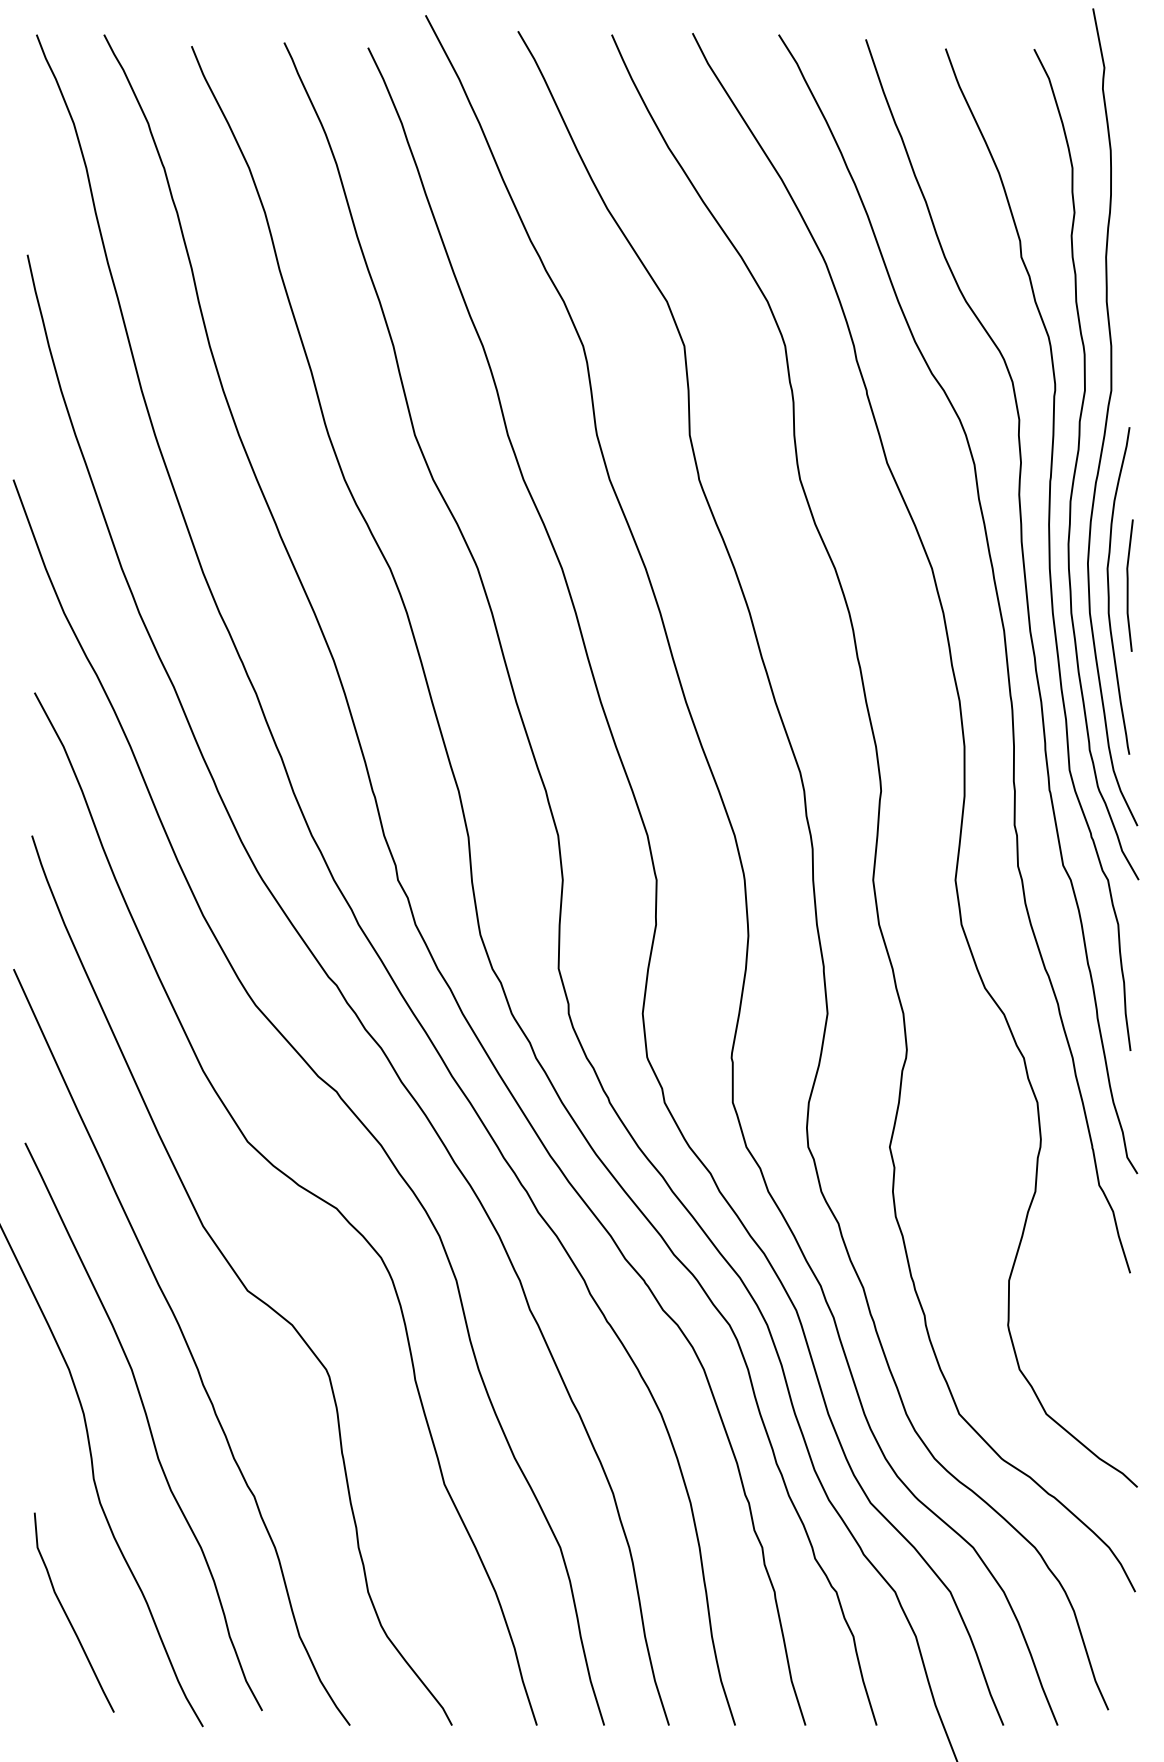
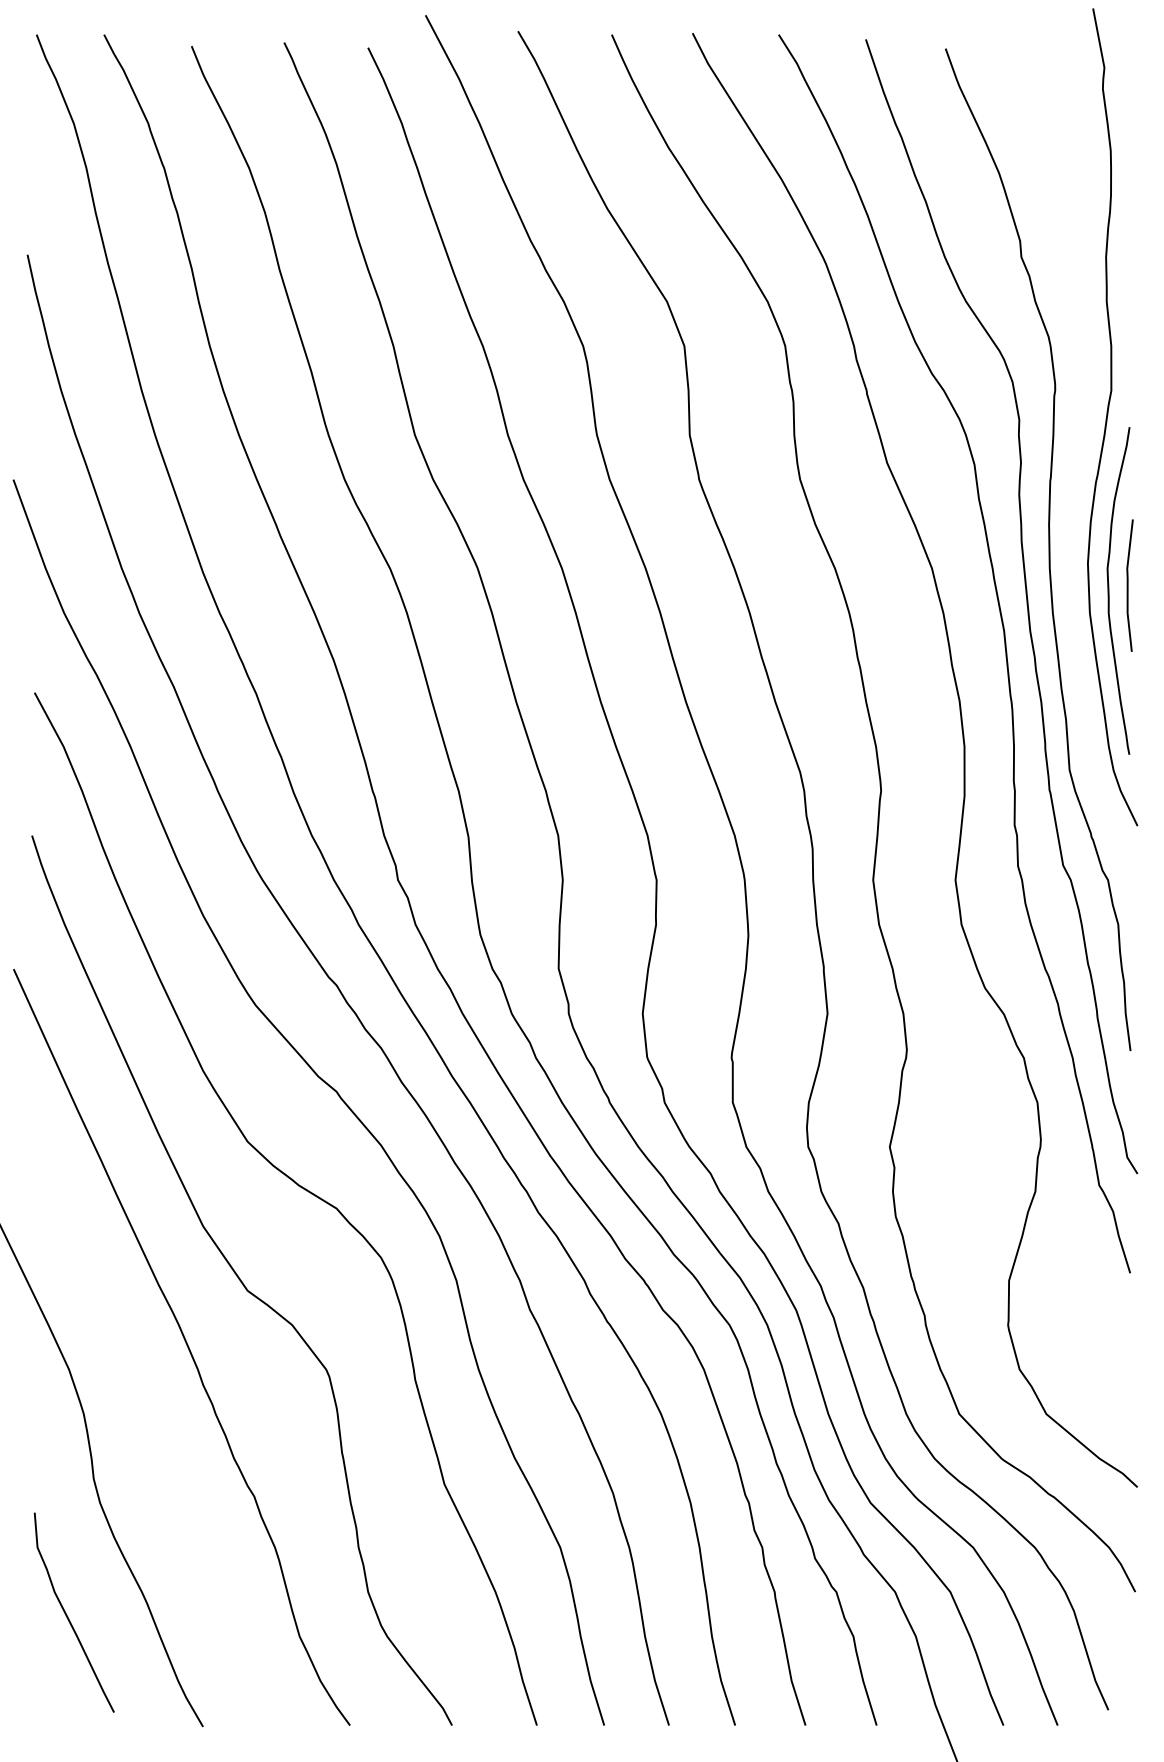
curve at (1077, 463): present -> none
curve at (147, 1424): present -> none
